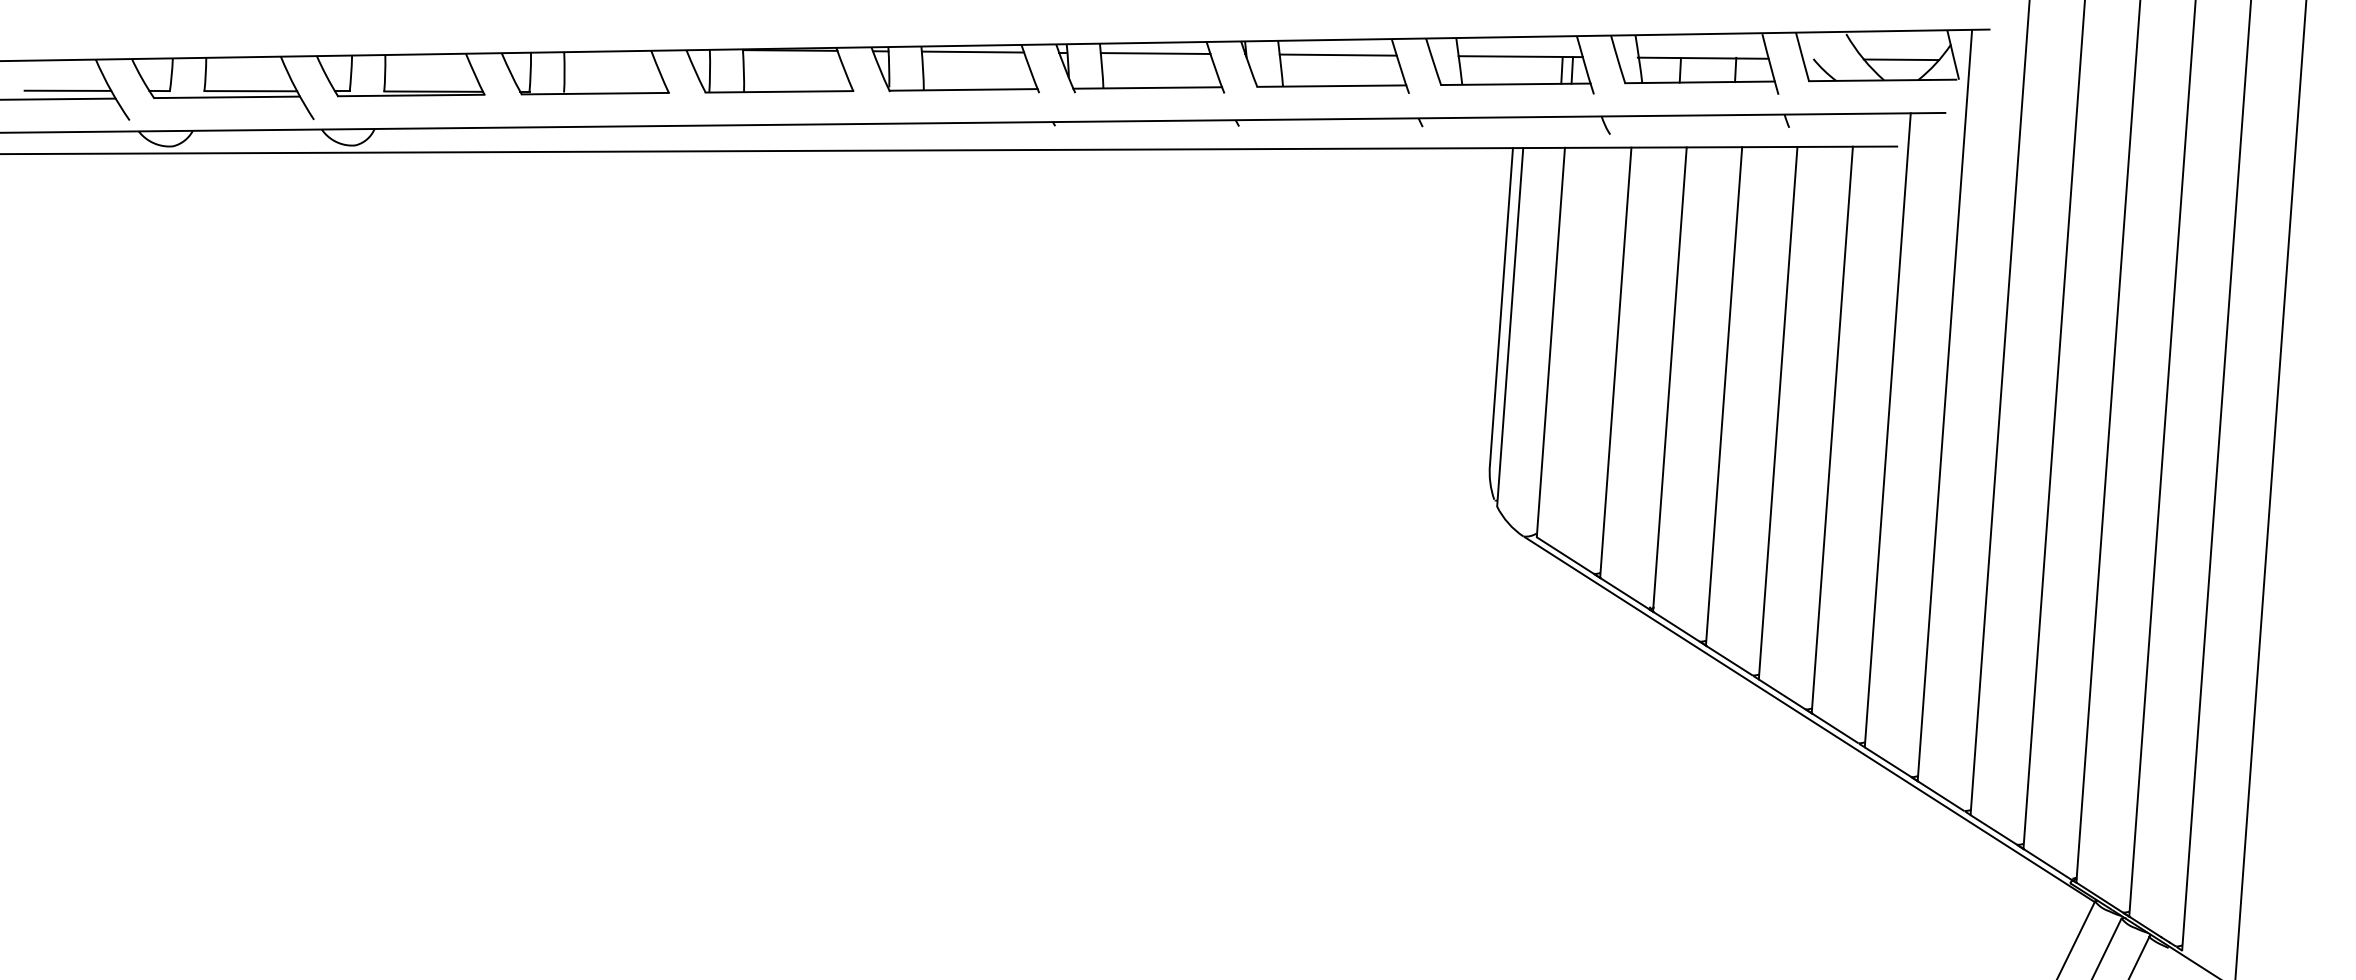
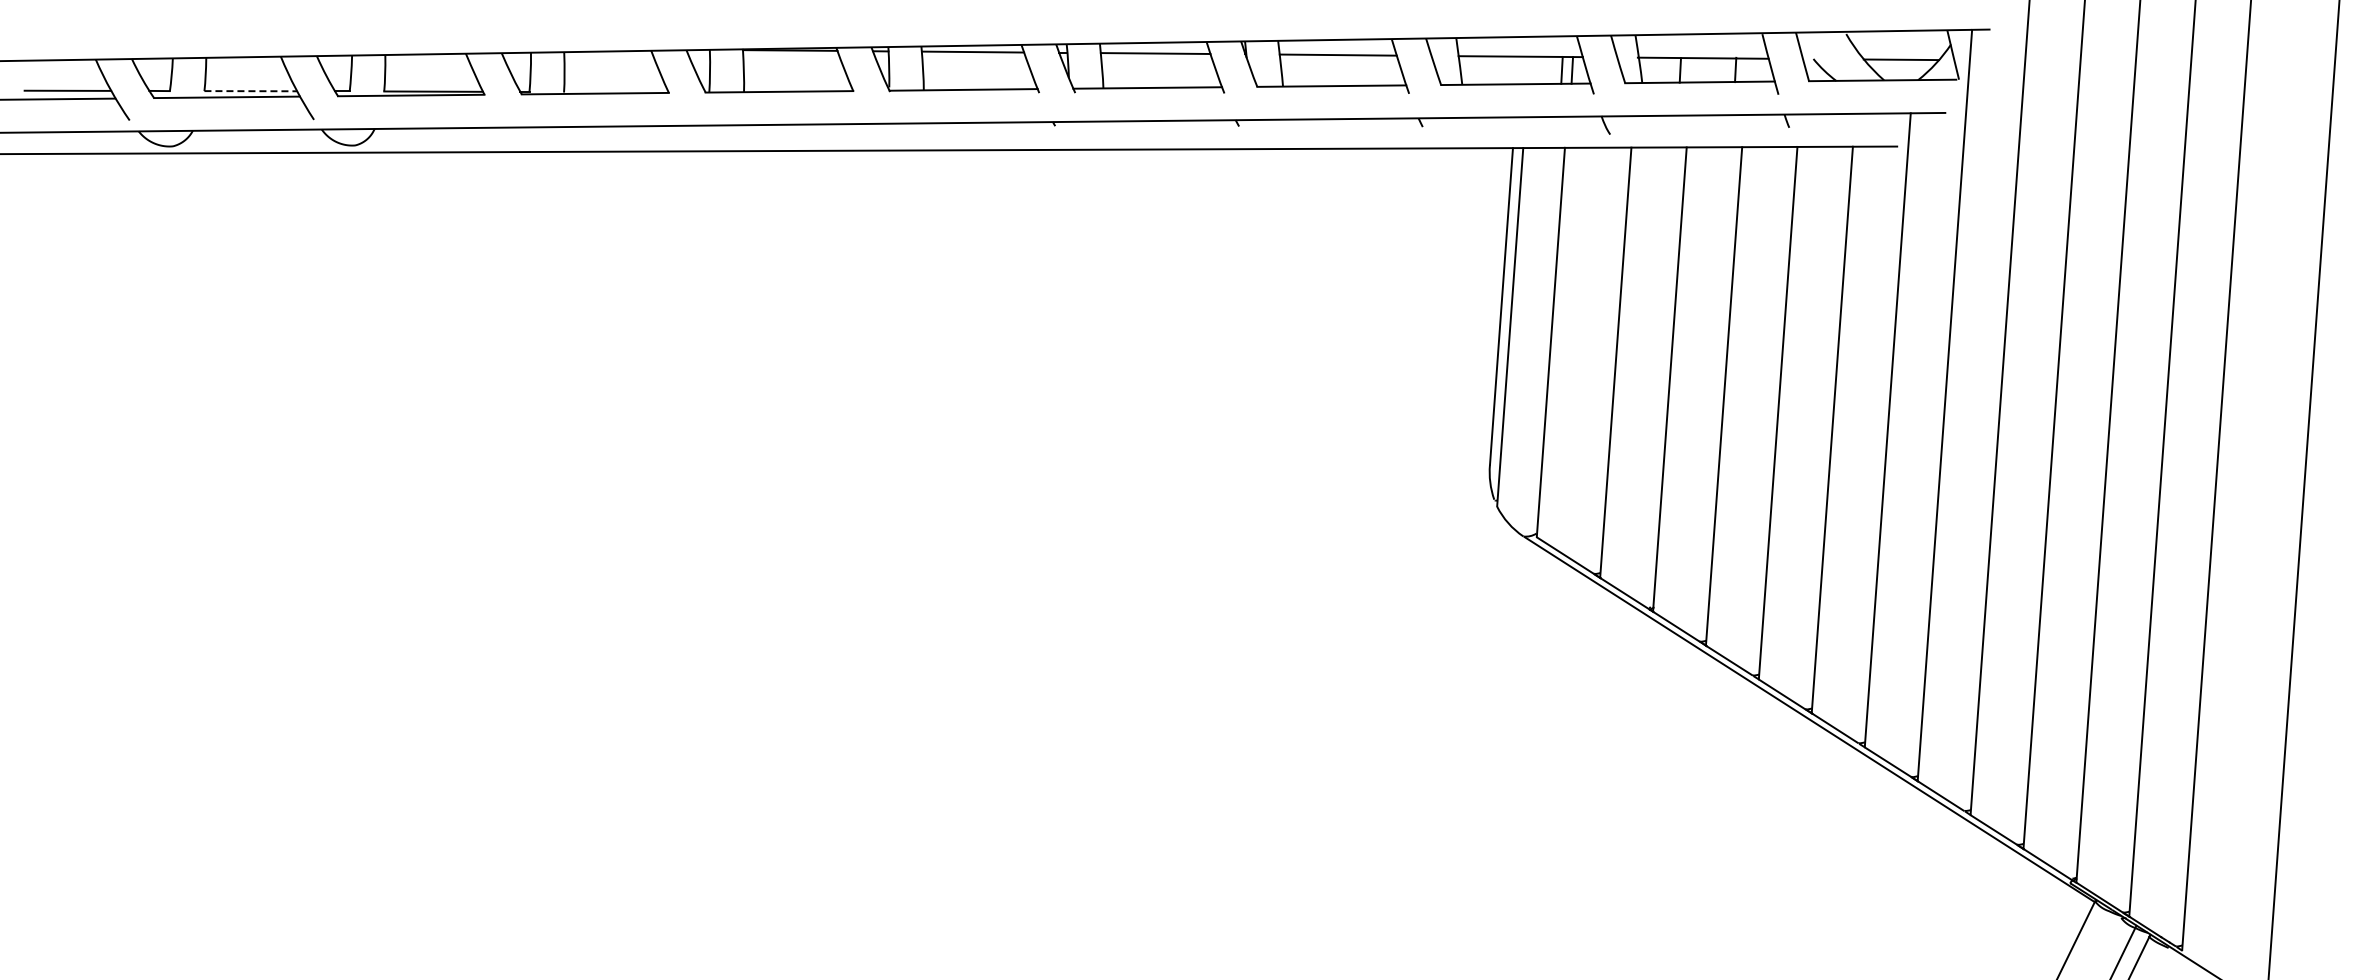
line at (251, 91): solid -> dashed
line at (2270, 489) position: (2270, 489) -> (2303, 489)
line at (2107, 947) position: (2107, 947) -> (2123, 950)
